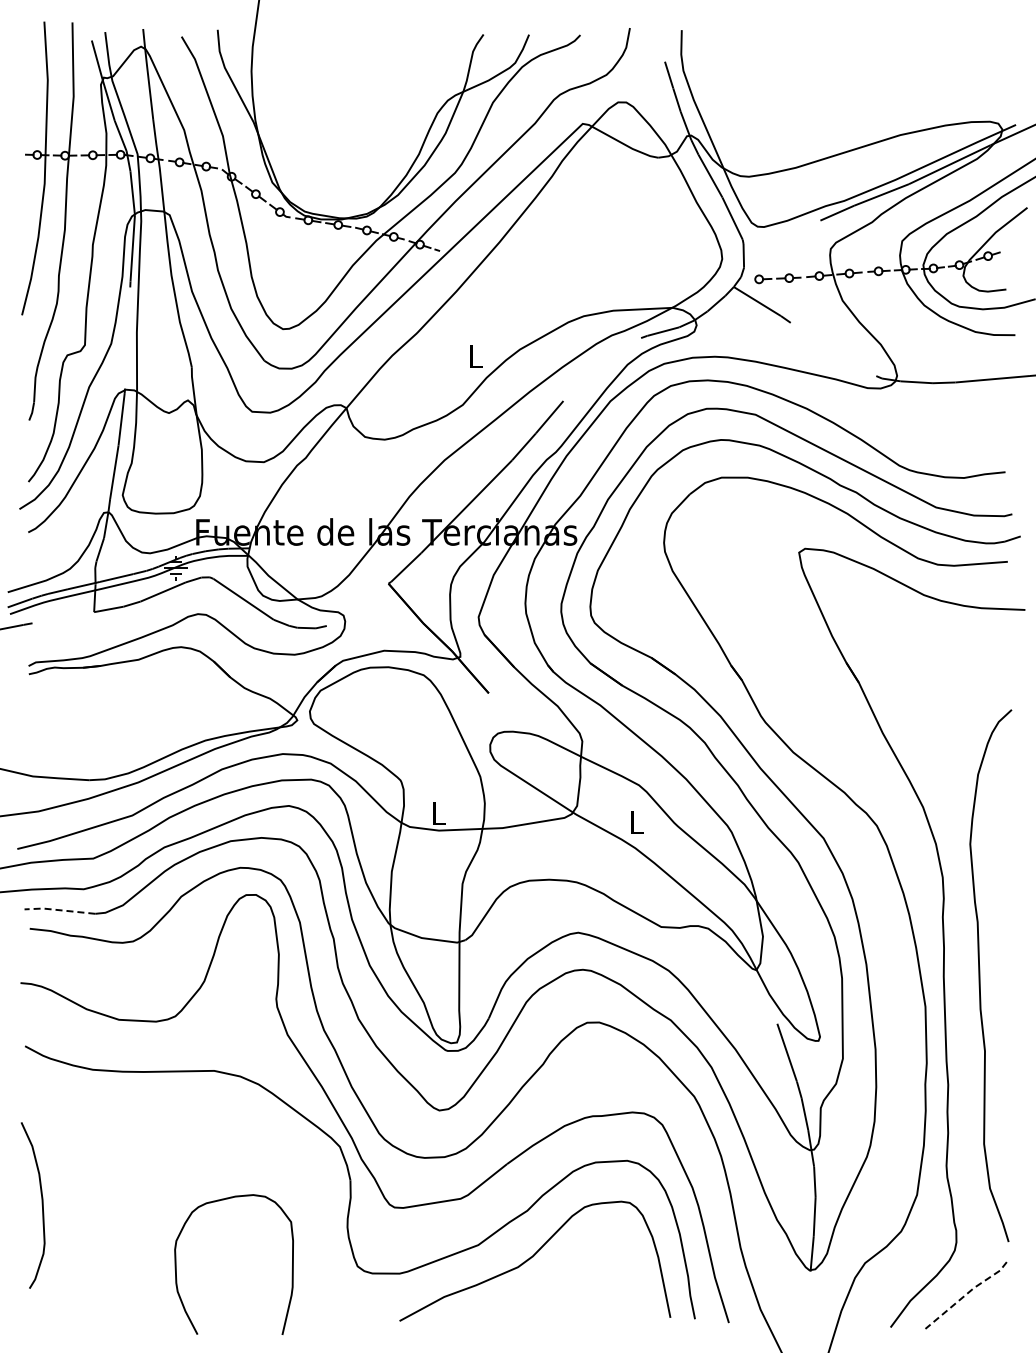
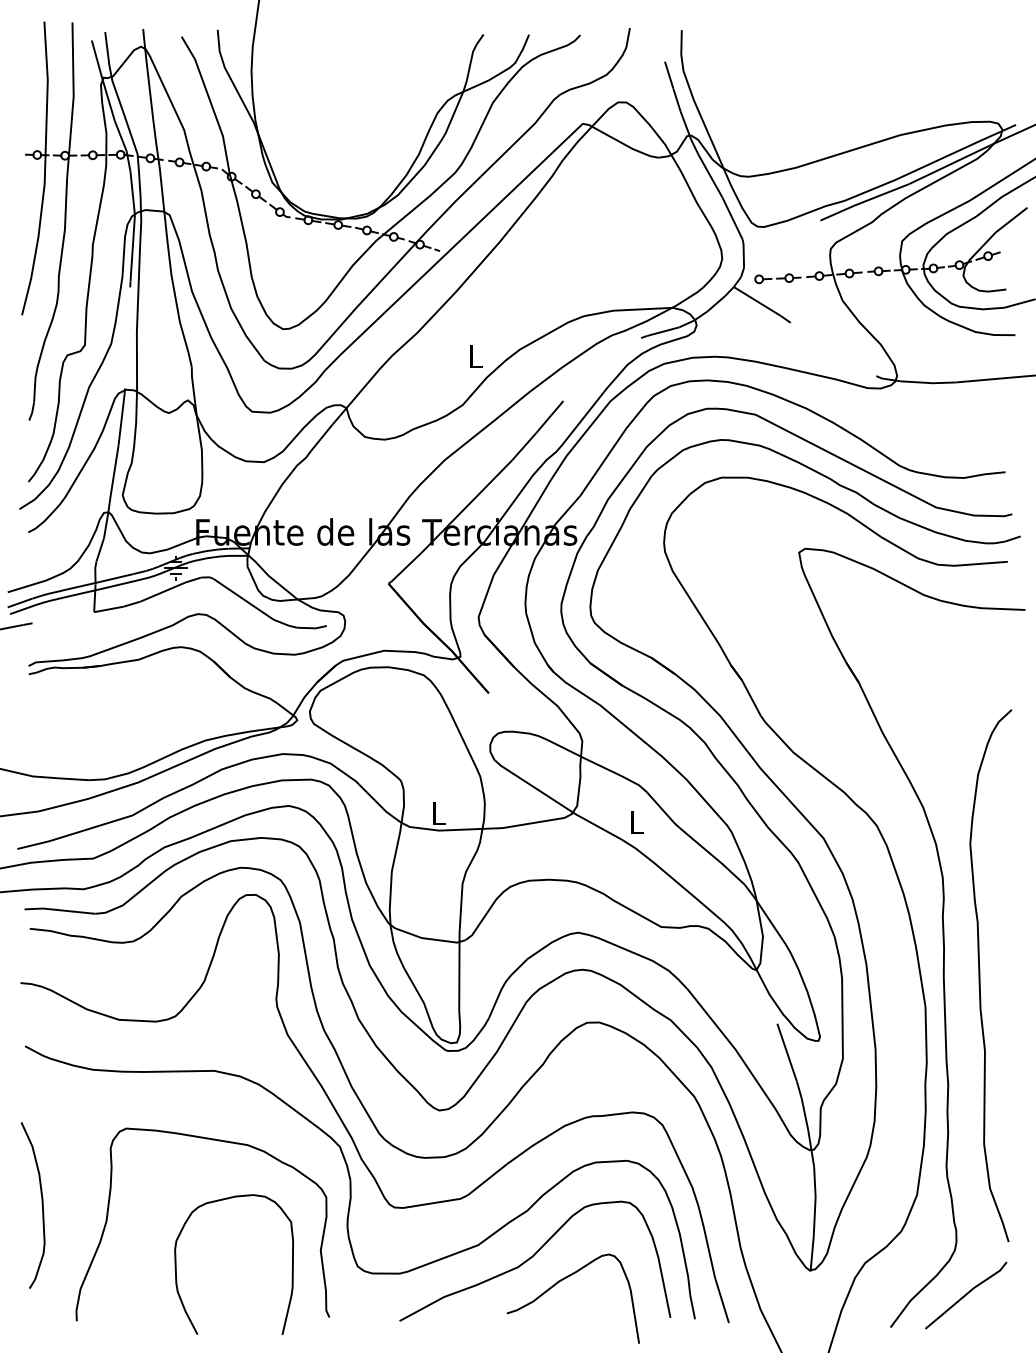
line at (58, 910): dashed -> solid
curve at (218, 1141): none -> present
curve at (563, 1280): none -> present
line at (966, 1294): dashed -> solid
